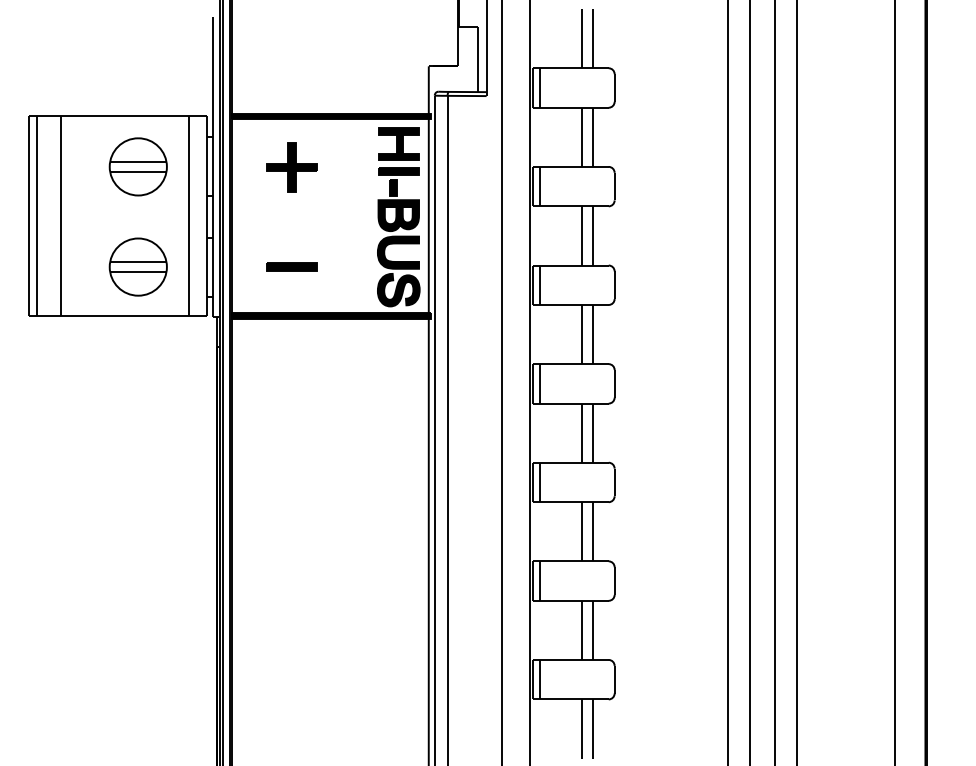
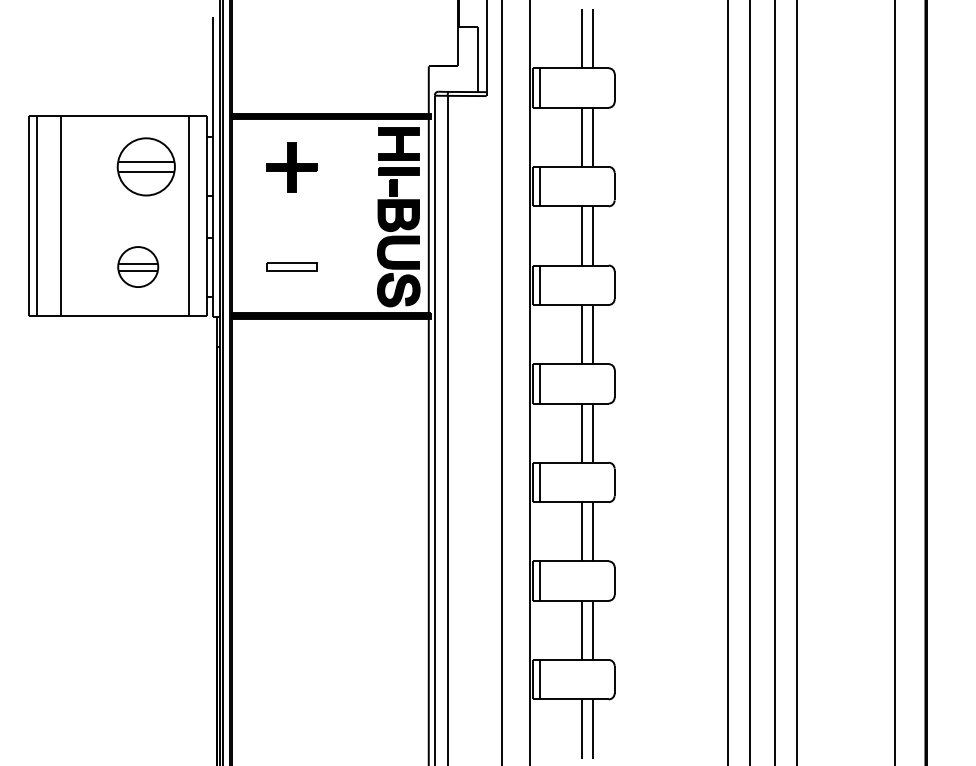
part at (137, 166) position: (137, 166) -> (145, 166)
part at (137, 266) size: 60x60 px -> 43x42 px
fill at (291, 266): present -> none
